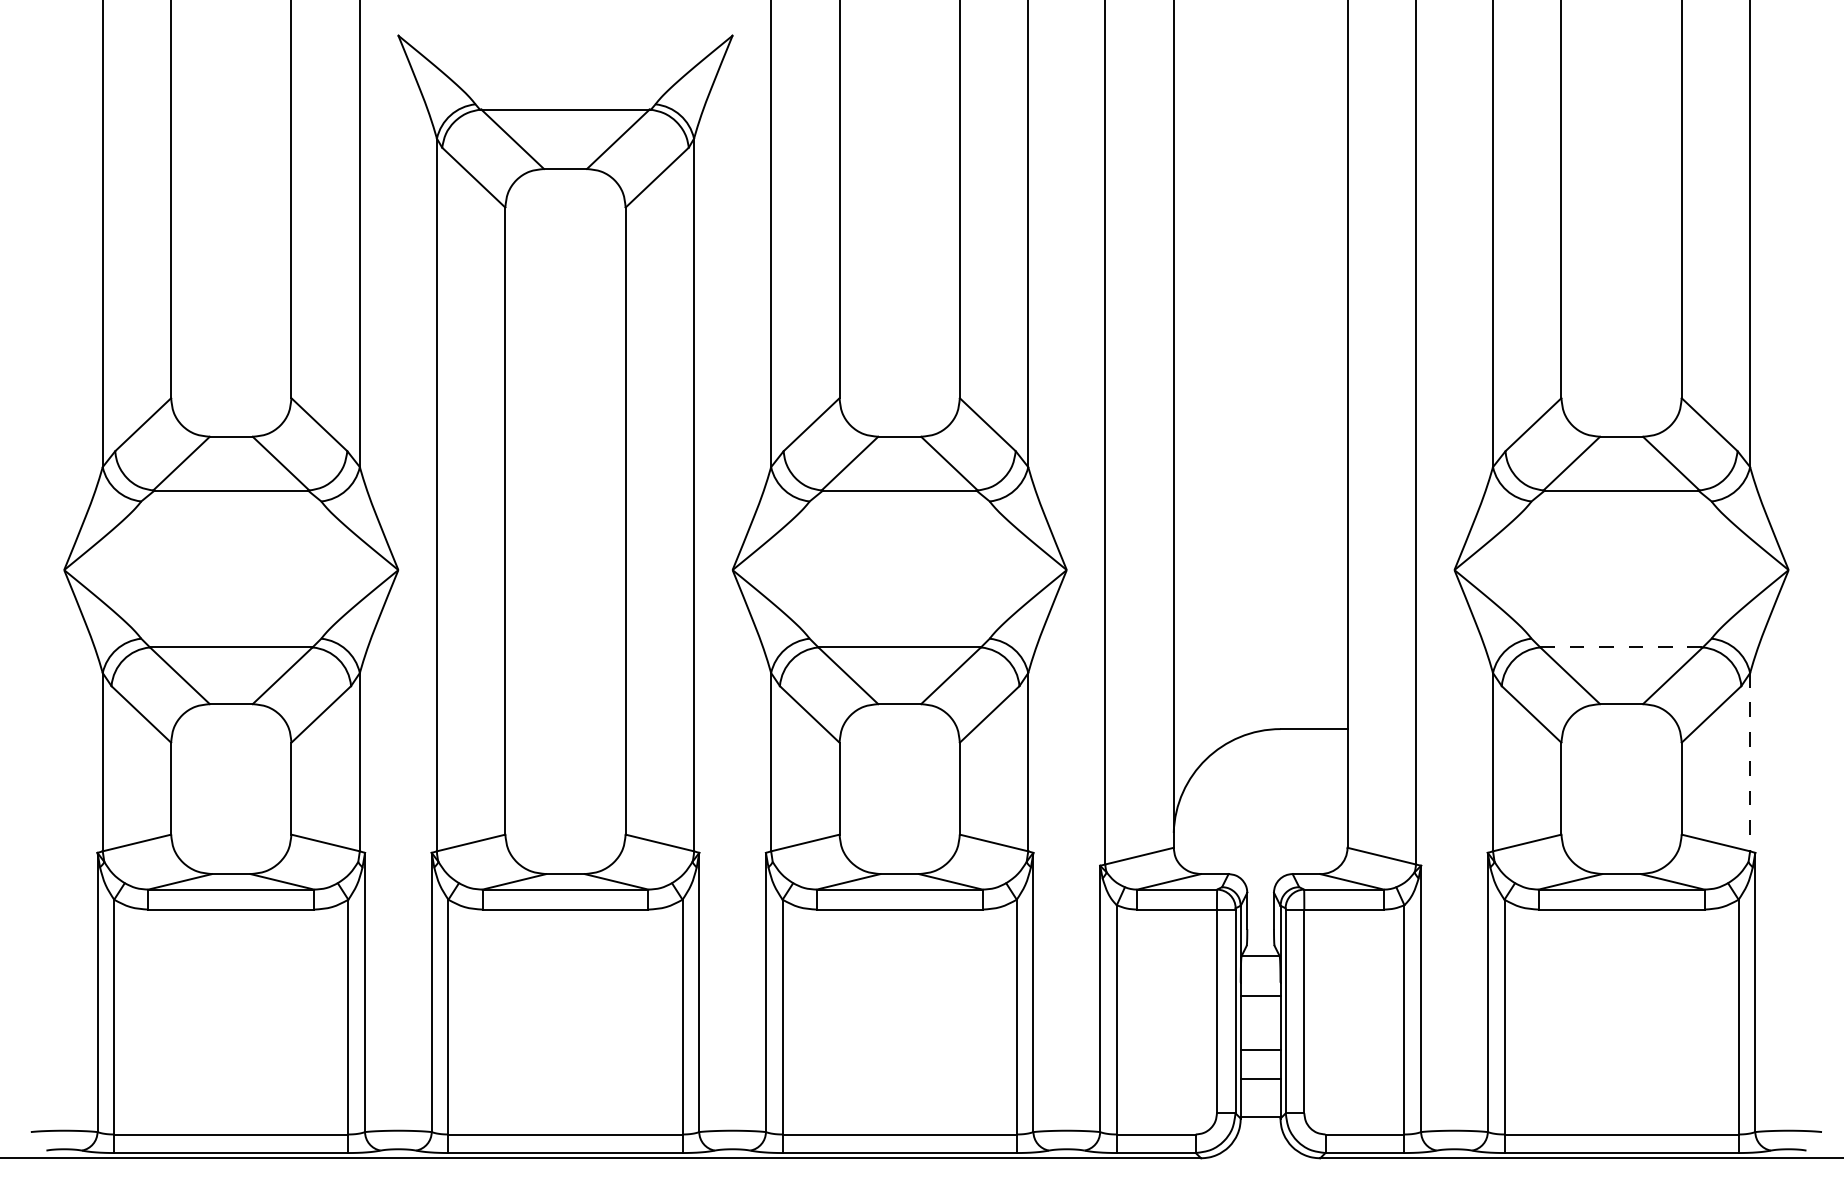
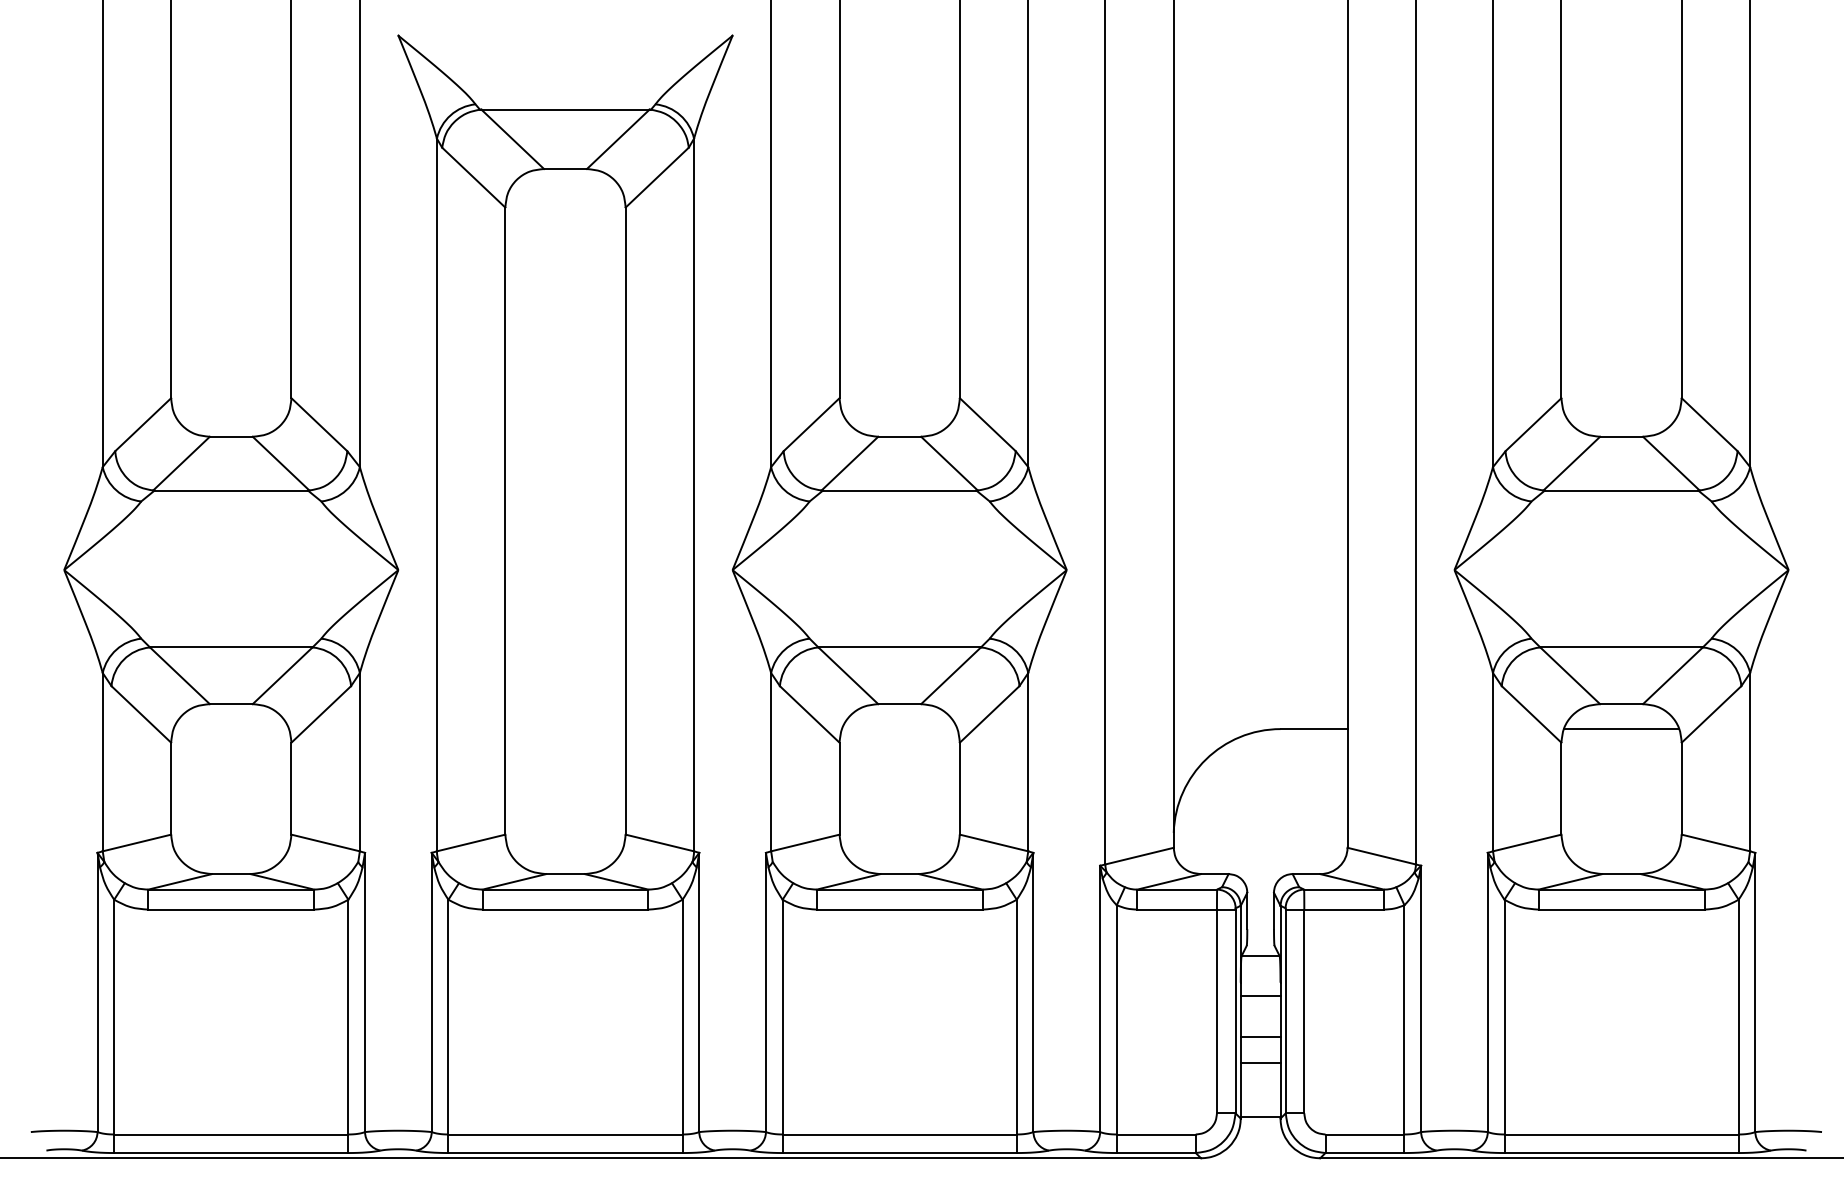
line at (1622, 647): dashed -> solid
line at (1621, 729): none -> present
line at (1750, 762): dashed -> solid
line at (1260, 1049) position: (1260, 1049) -> (1260, 1036)
line at (1260, 1079) position: (1260, 1079) -> (1260, 1063)
